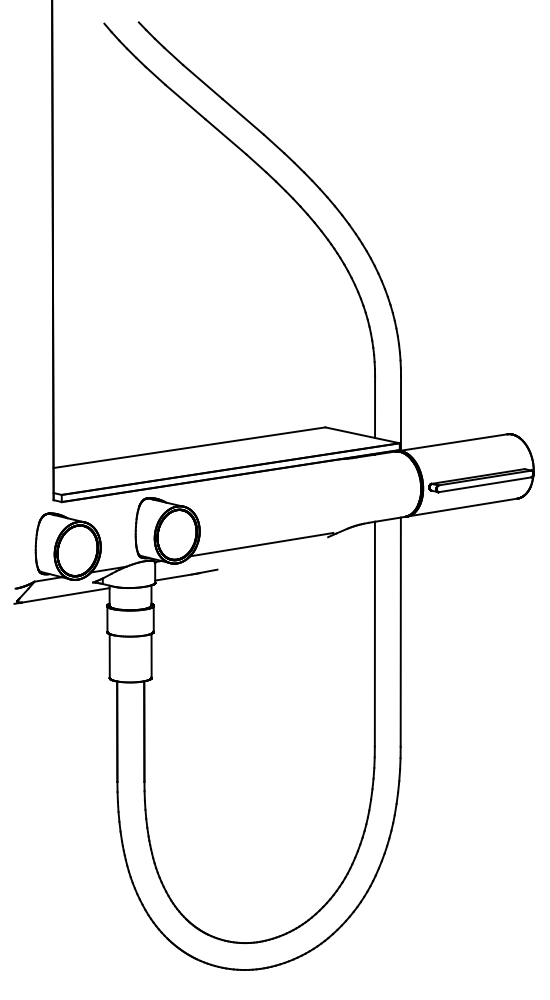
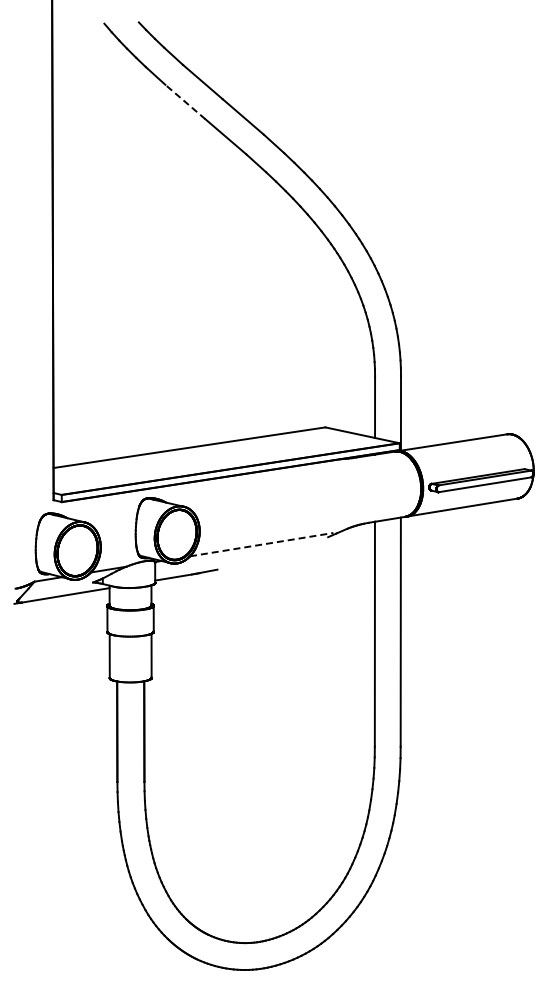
line at (185, 101): solid -> dashed
line at (261, 544): solid -> dashed
